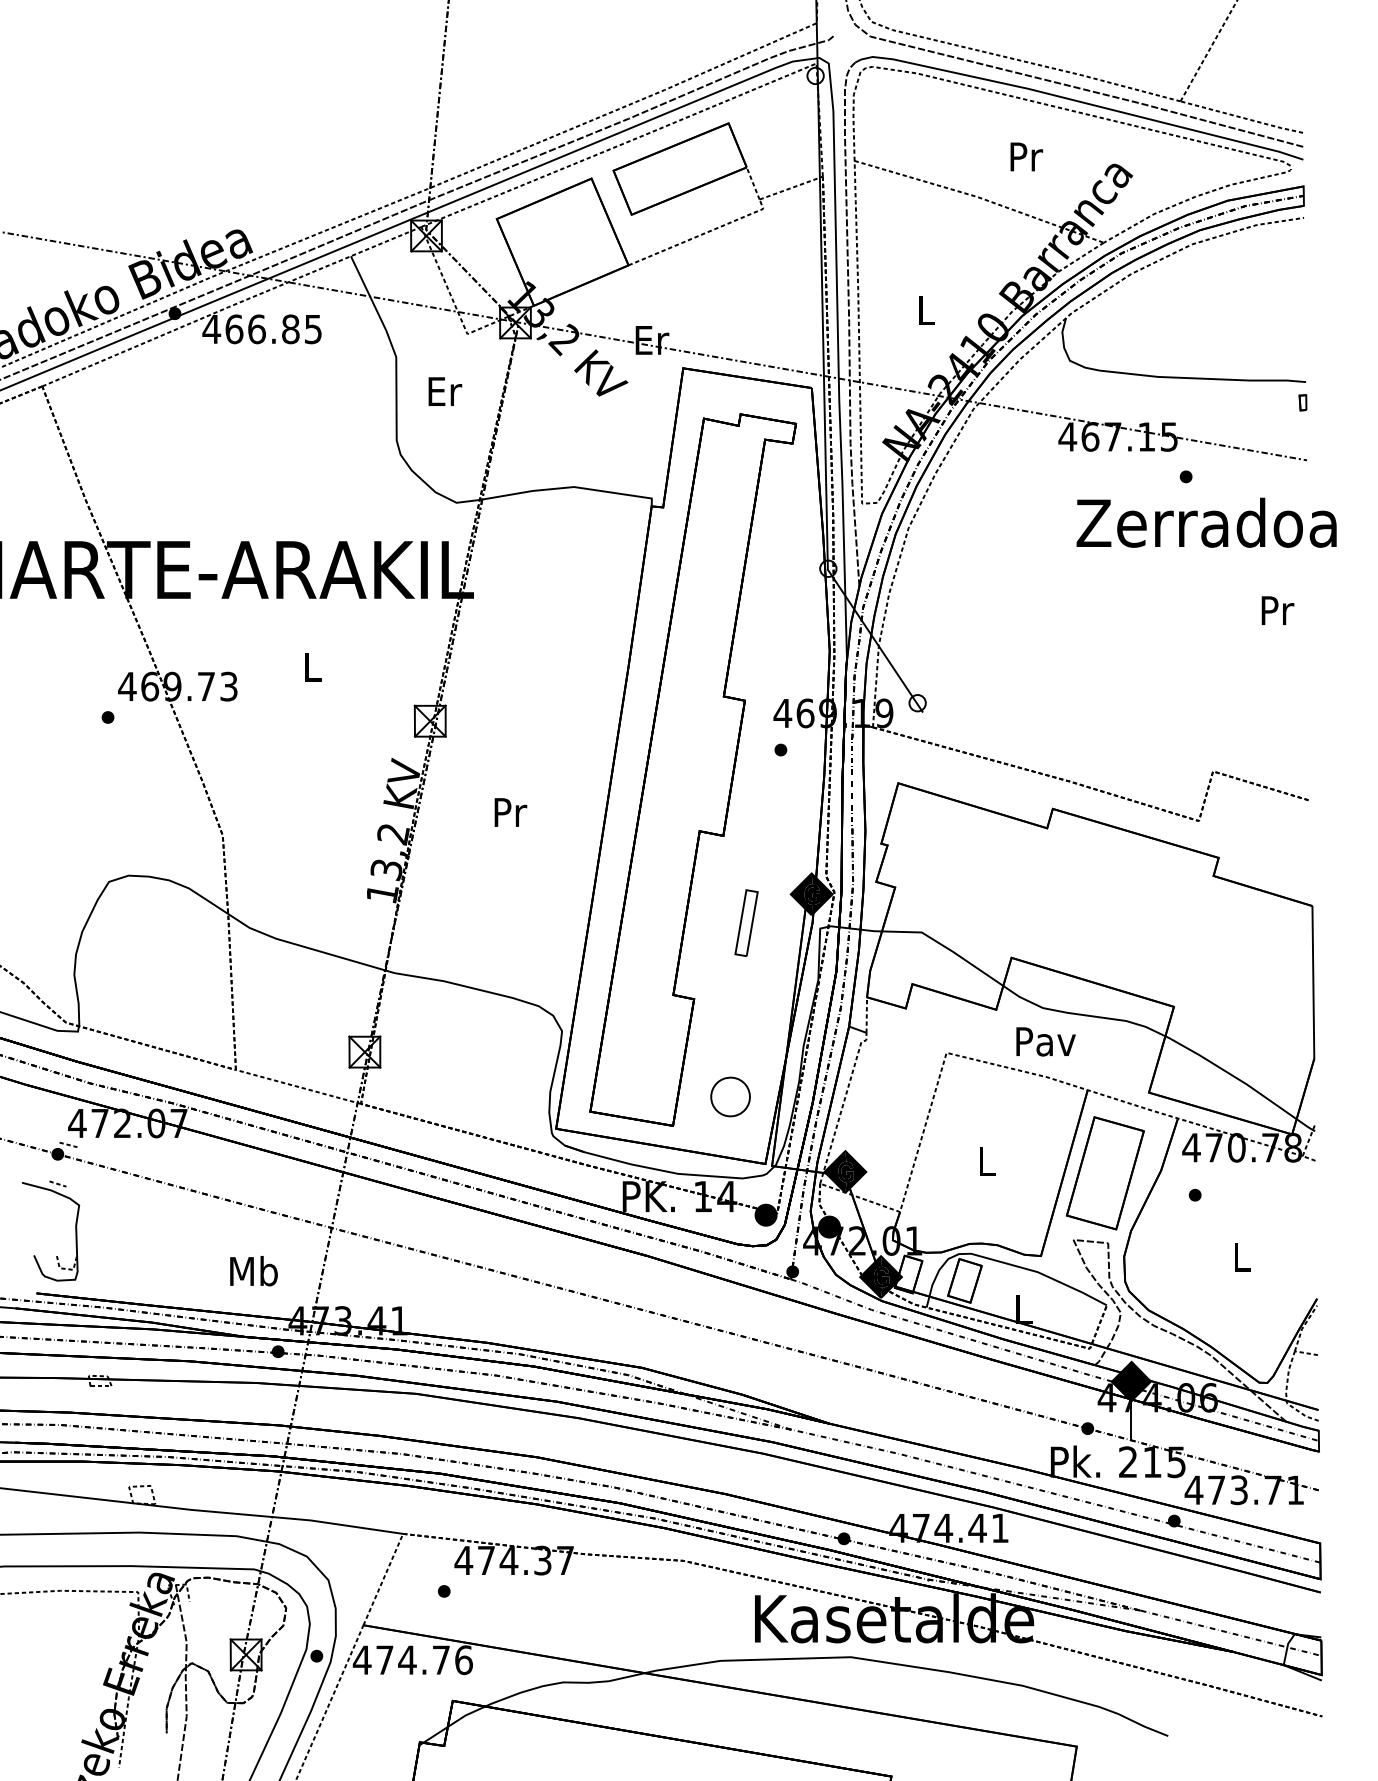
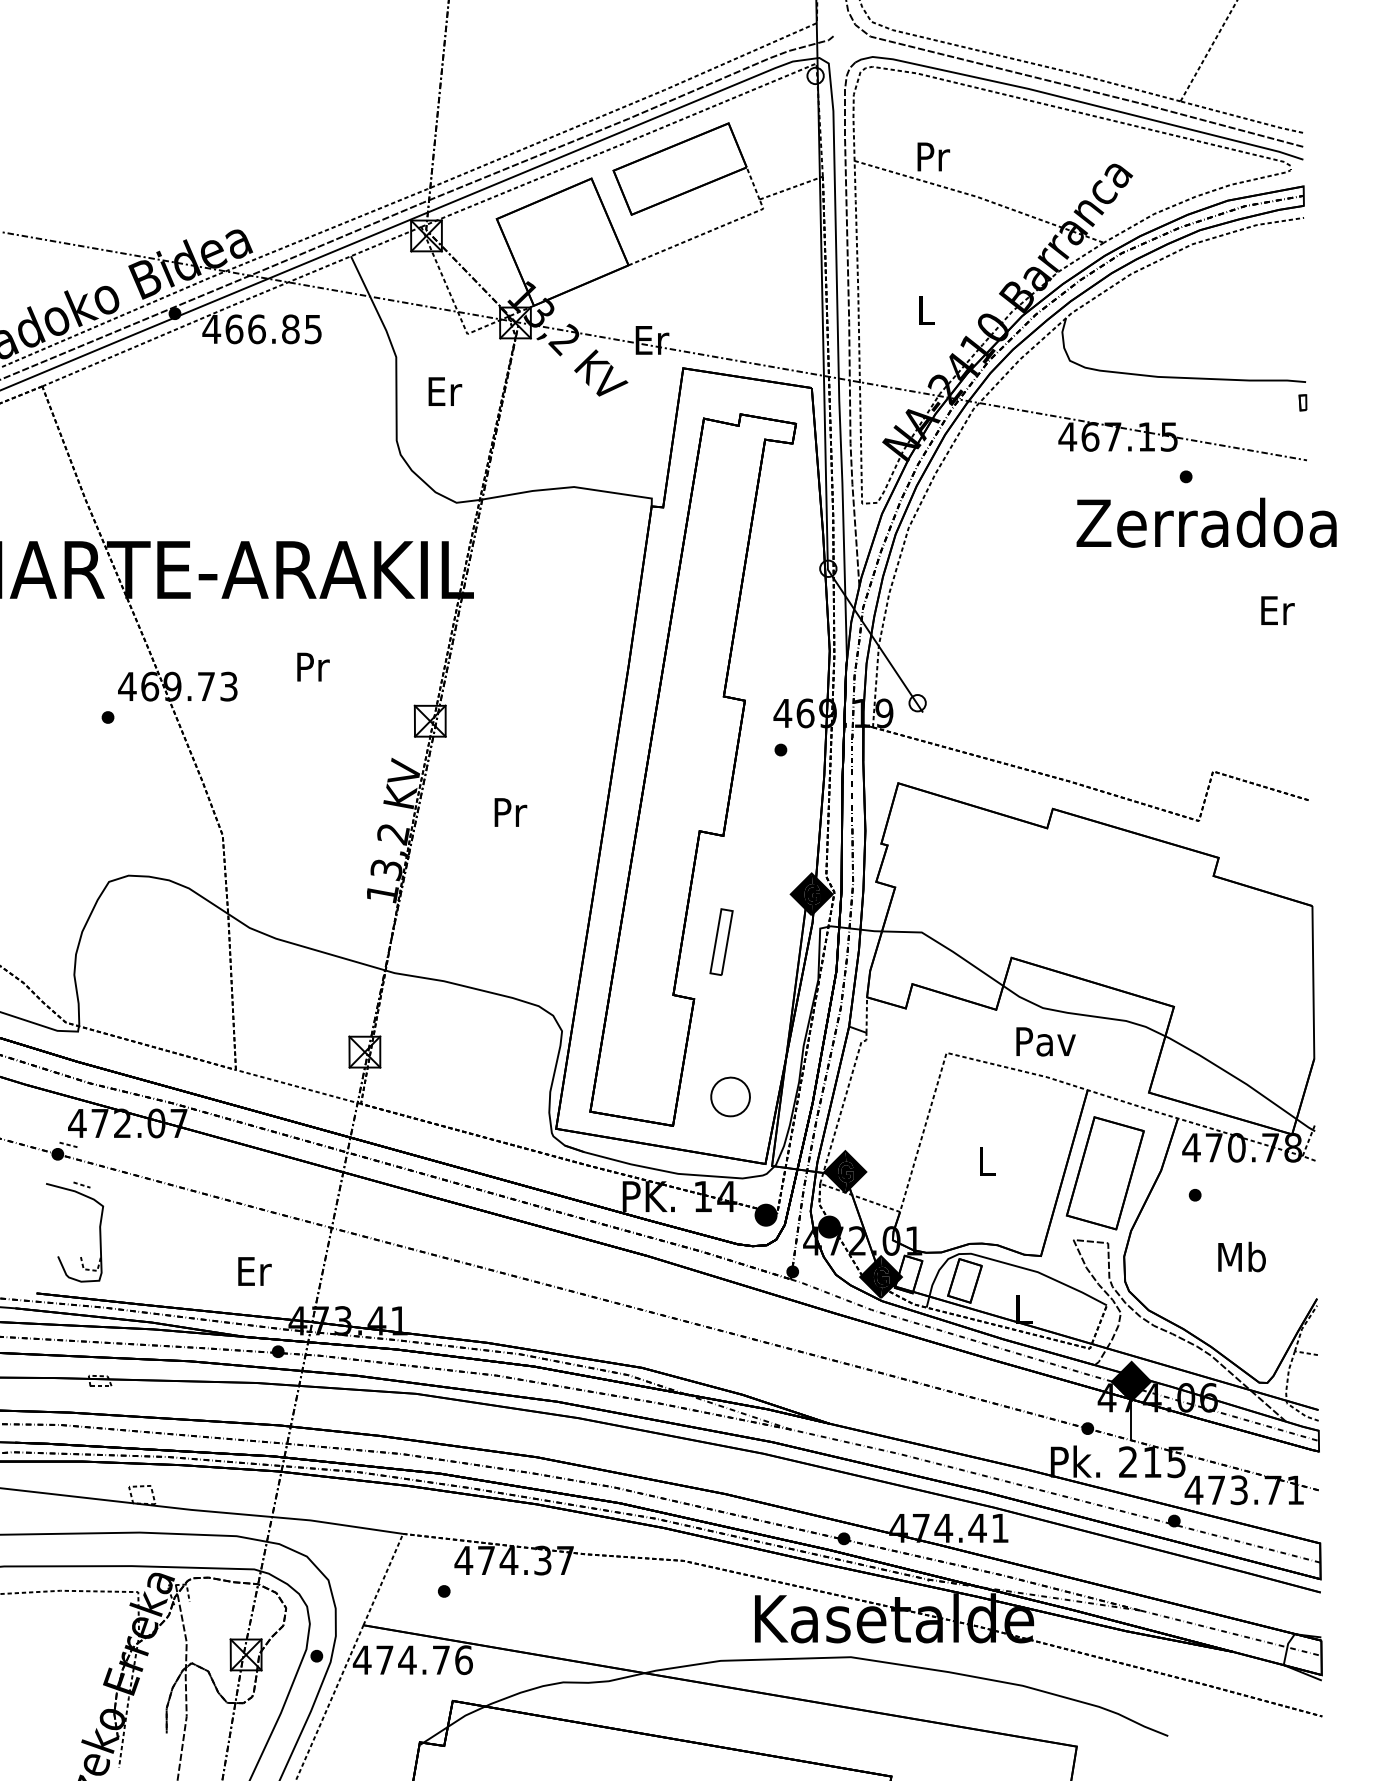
text at (1026, 156) position: (1026, 156) -> (933, 156)
text at (1277, 610): Pr -> Er
text at (313, 666): L -> Pr
part at (746, 922) position: (746, 922) -> (721, 941)
part at (75, 1230) position: (75, 1230) -> (99, 1231)
text at (1241, 1256): L -> Mb
text at (253, 1271): Mb -> Er
